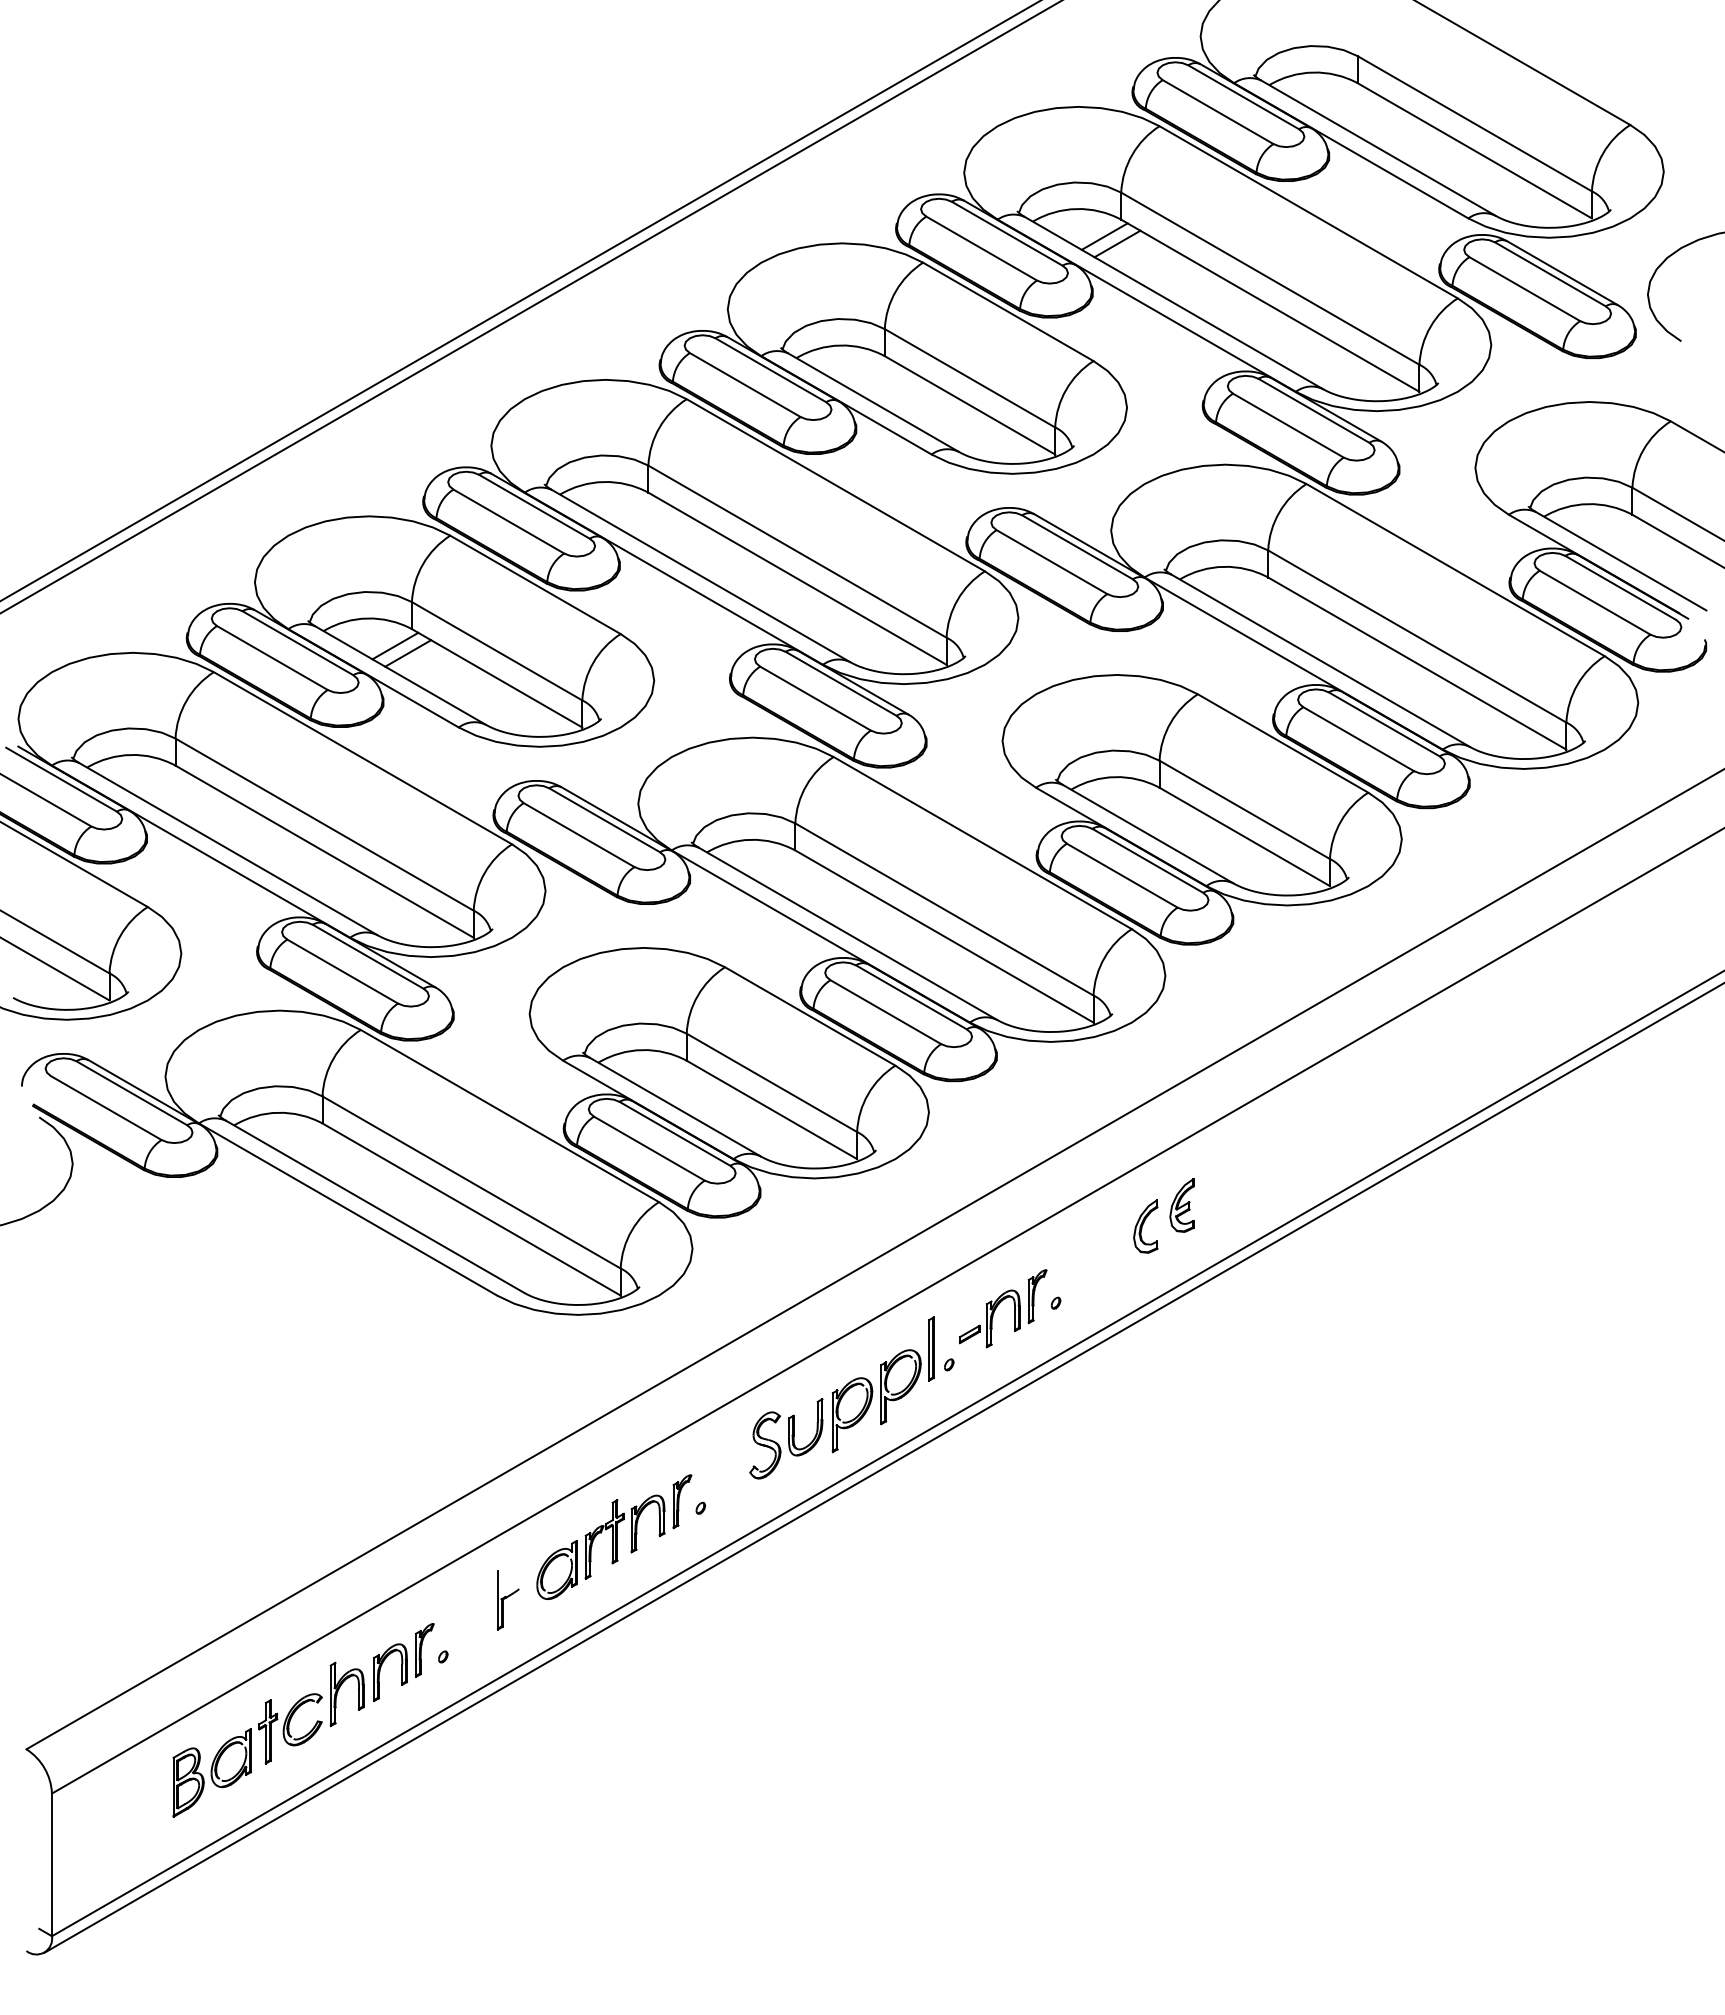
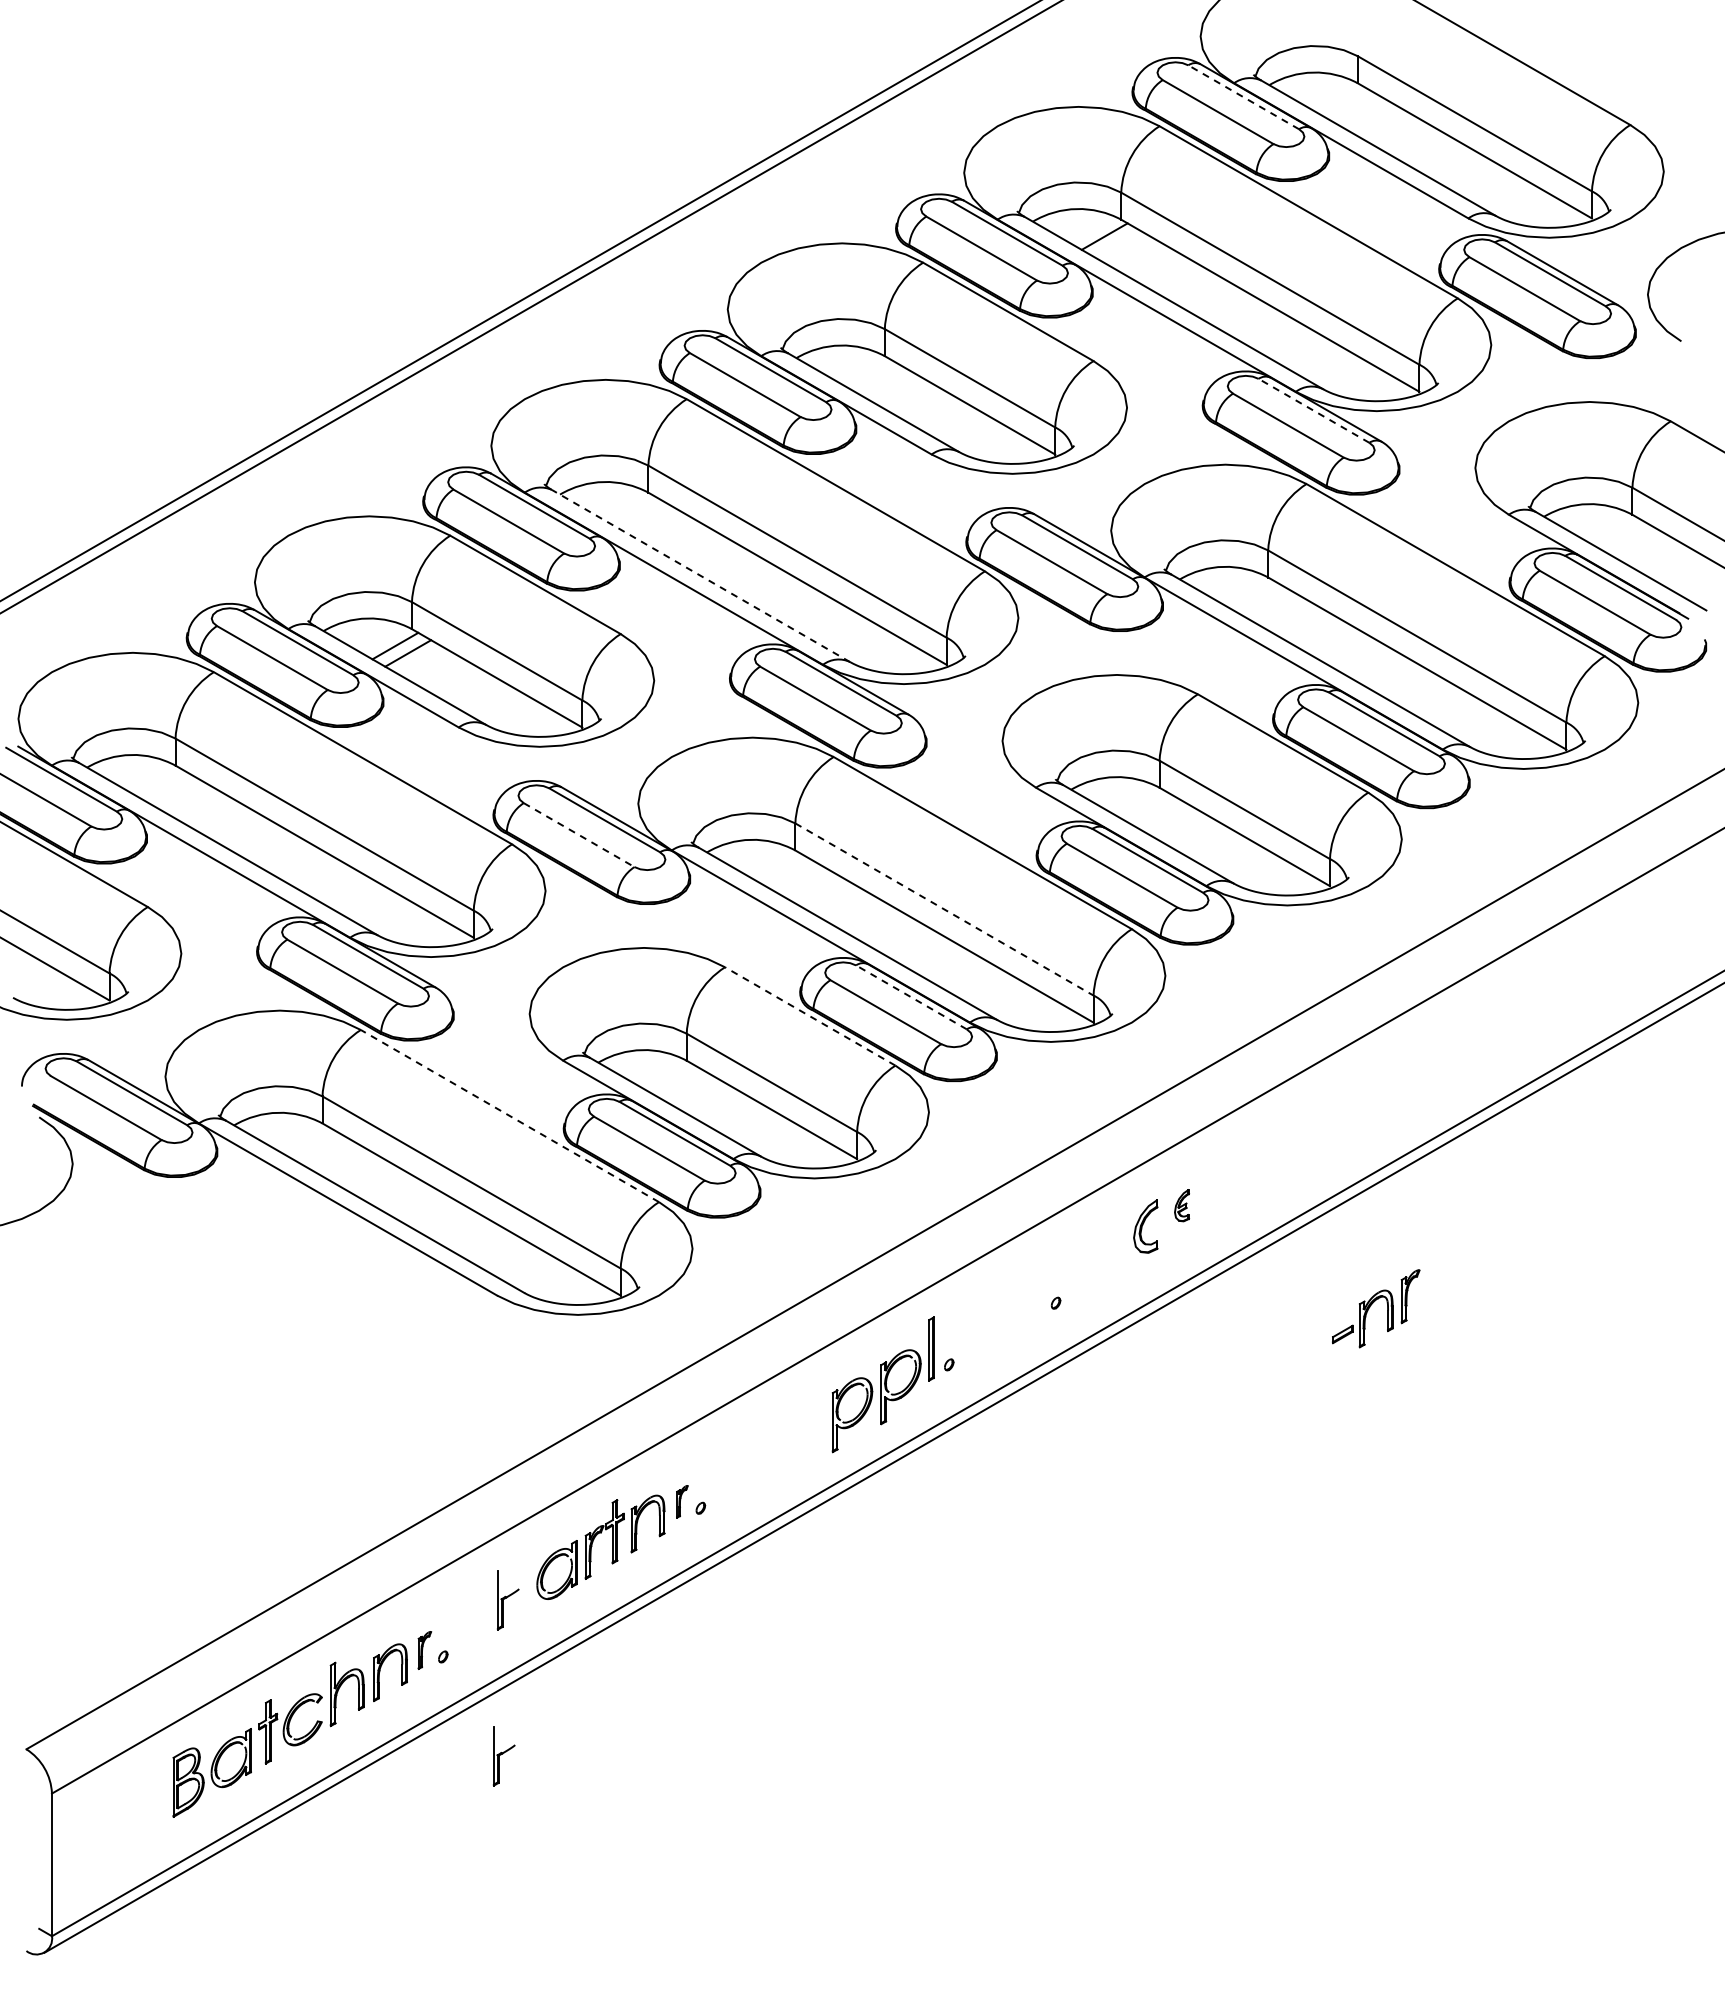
line at (1243, 97): solid -> dashed
line at (1117, 243): present -> none
line at (1314, 410): solid -> dashed
line at (700, 575): solid -> dashed
line at (579, 835): solid -> dashed
line at (944, 909): solid -> dashed
line at (911, 997): solid -> dashed
line at (809, 1016): solid -> dashed
line at (509, 1115): solid -> dashed
part at (1181, 1205) size: 26x55 px -> 16x34 px
part at (1003, 1308) position: (1003, 1308) -> (1376, 1308)
part at (786, 1438): present -> none
part at (682, 1501) size: 21x56 px -> 13x34 px
part at (424, 1650) size: 20x55 px -> 16x39 px
part at (504, 1756): none -> present
